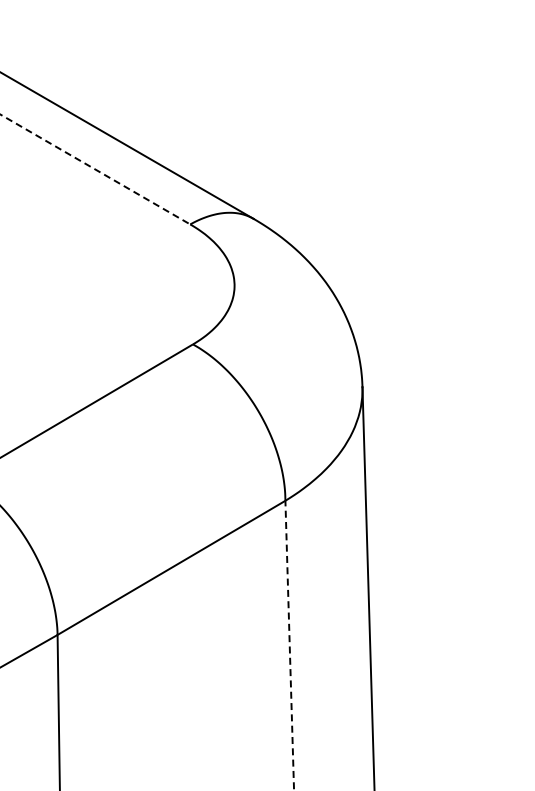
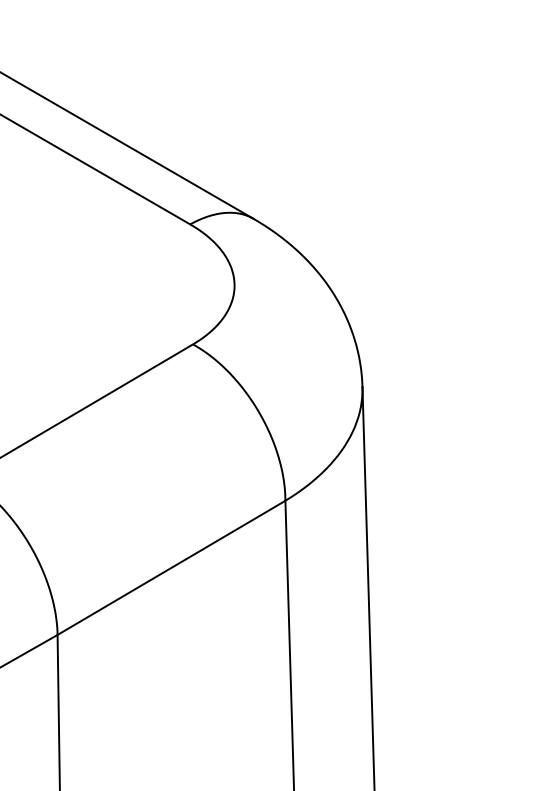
line at (95, 169): dashed -> solid
line at (289, 645): dashed -> solid
